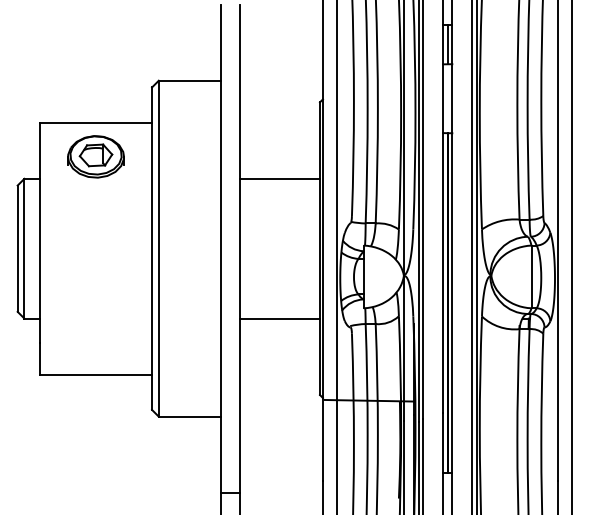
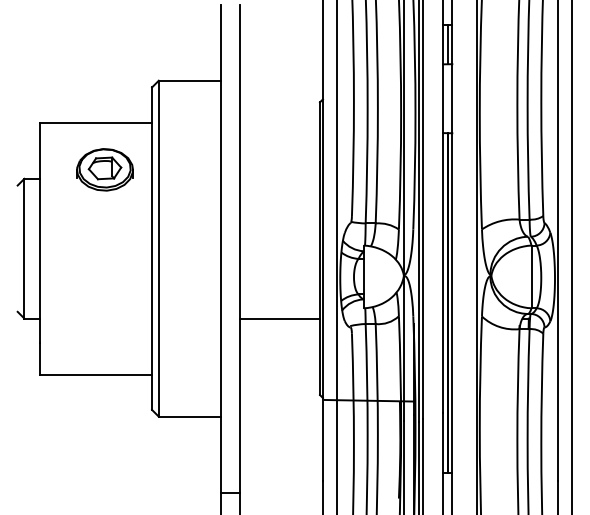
part at (95, 156) position: (95, 156) -> (104, 169)
line at (280, 178): present -> none
line at (17, 248): present -> none
line at (472, 256): present -> none
